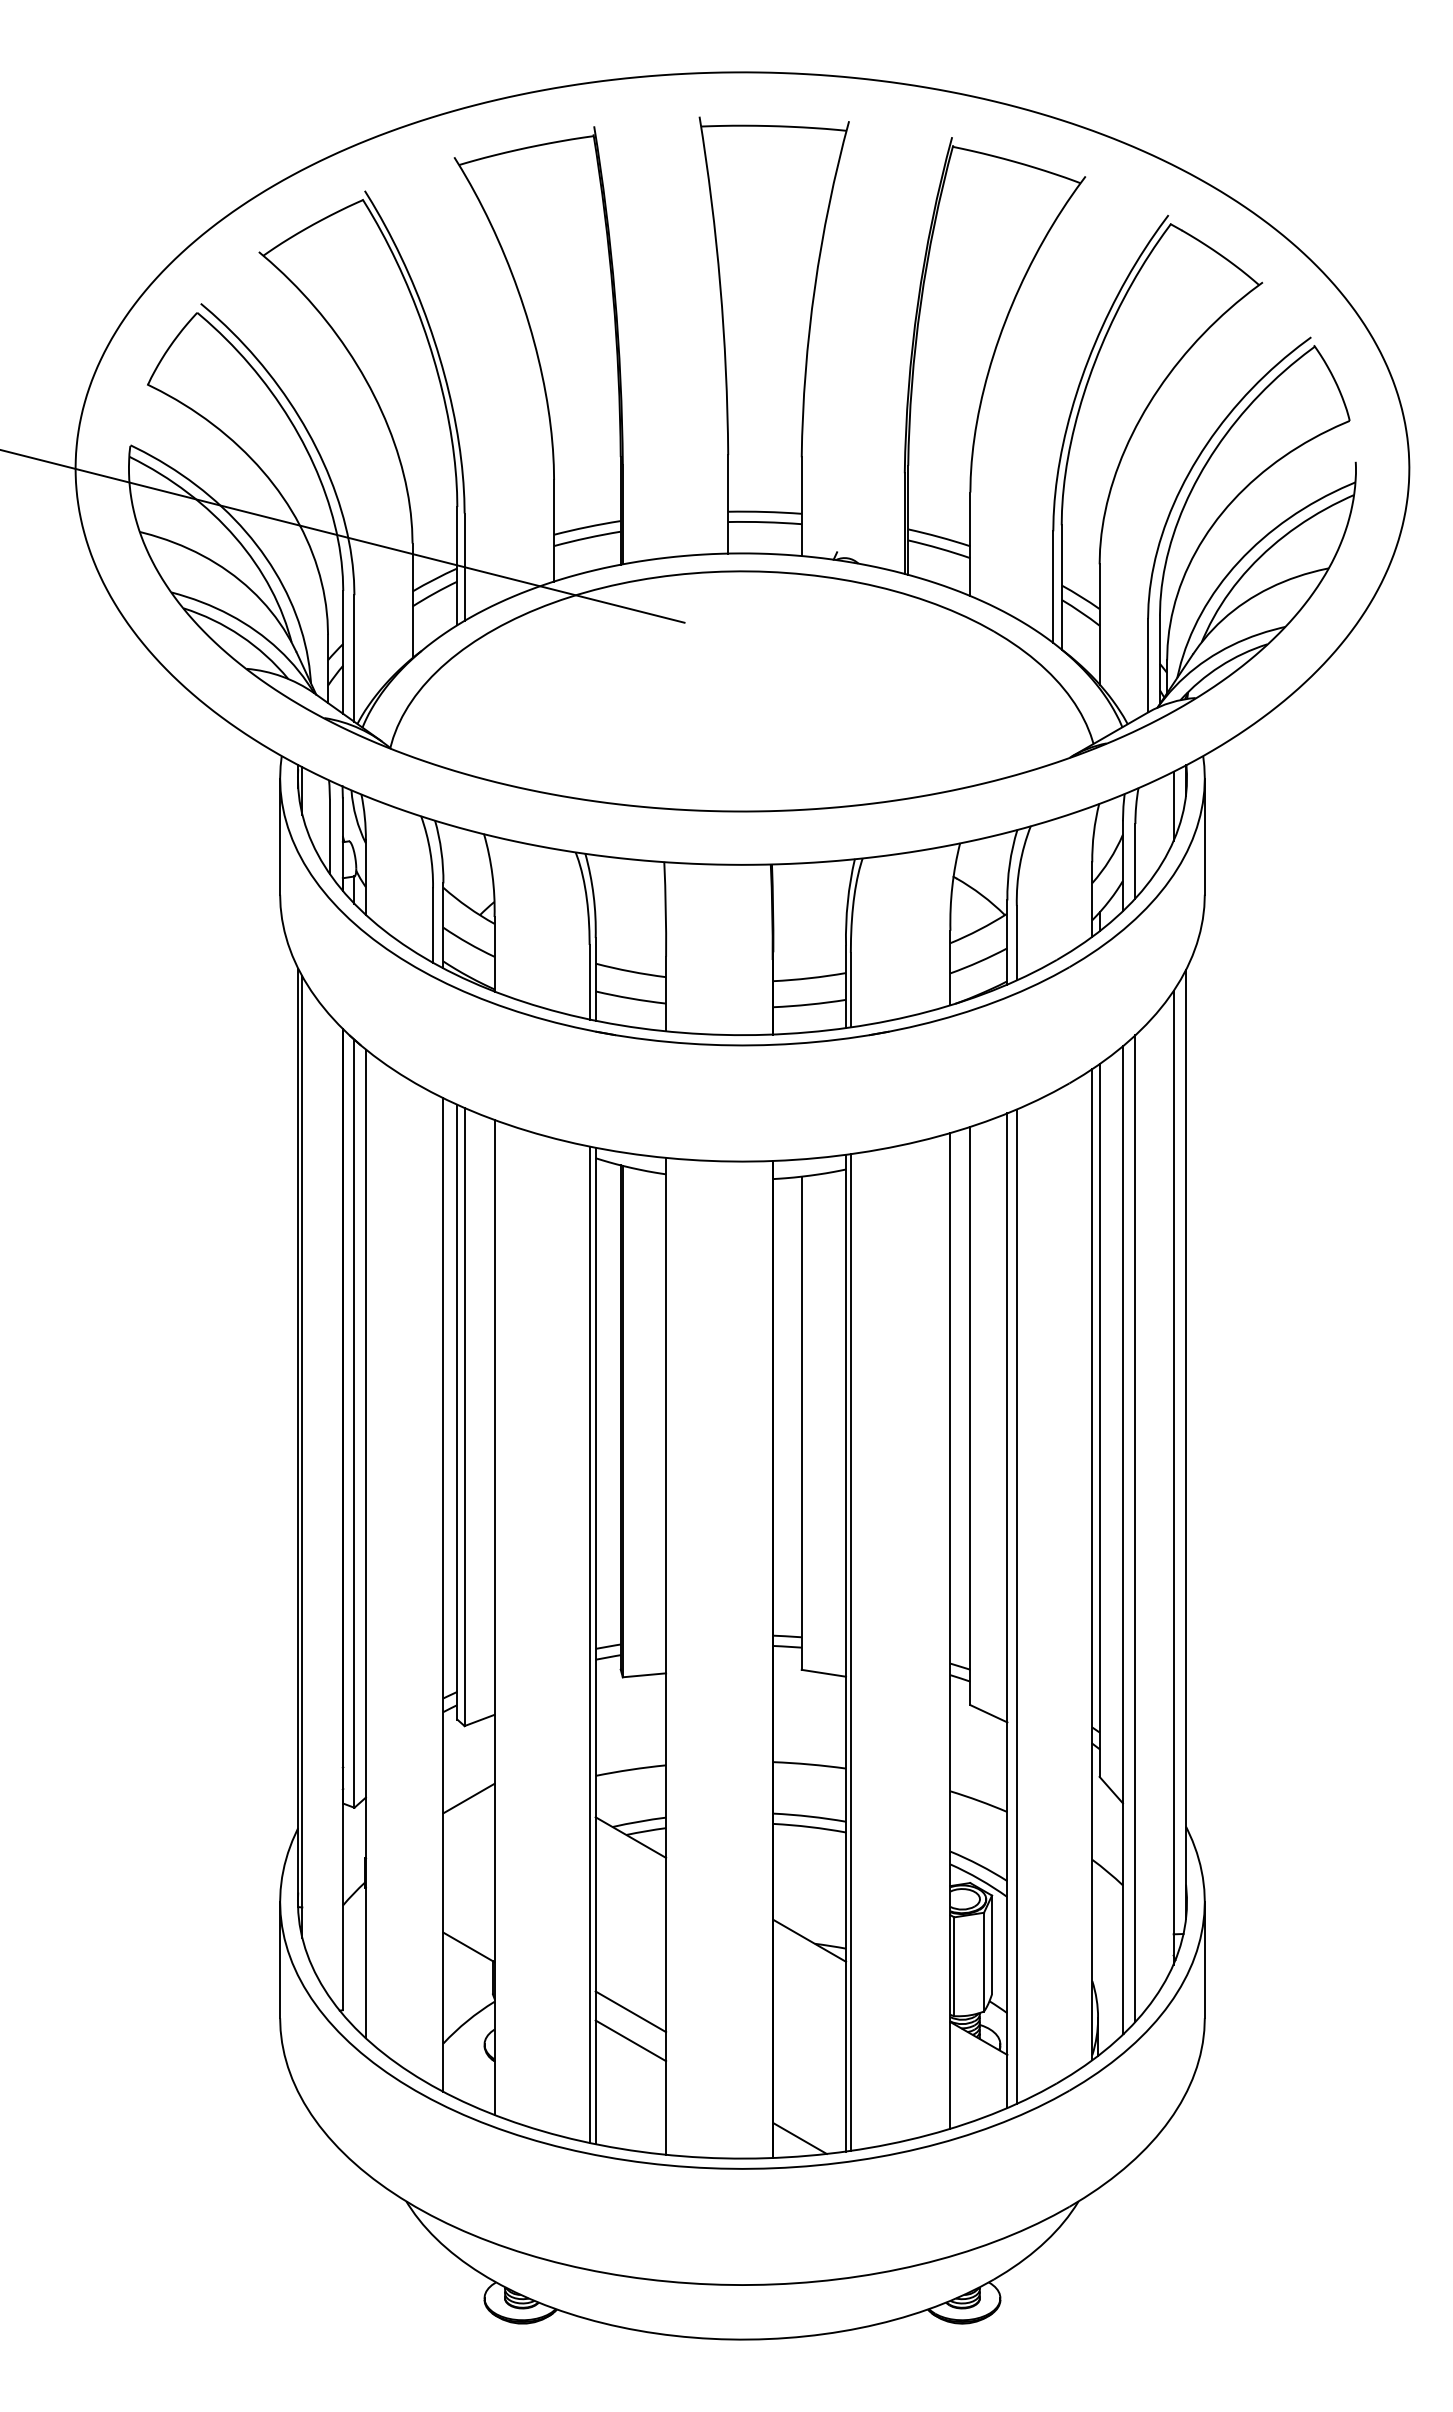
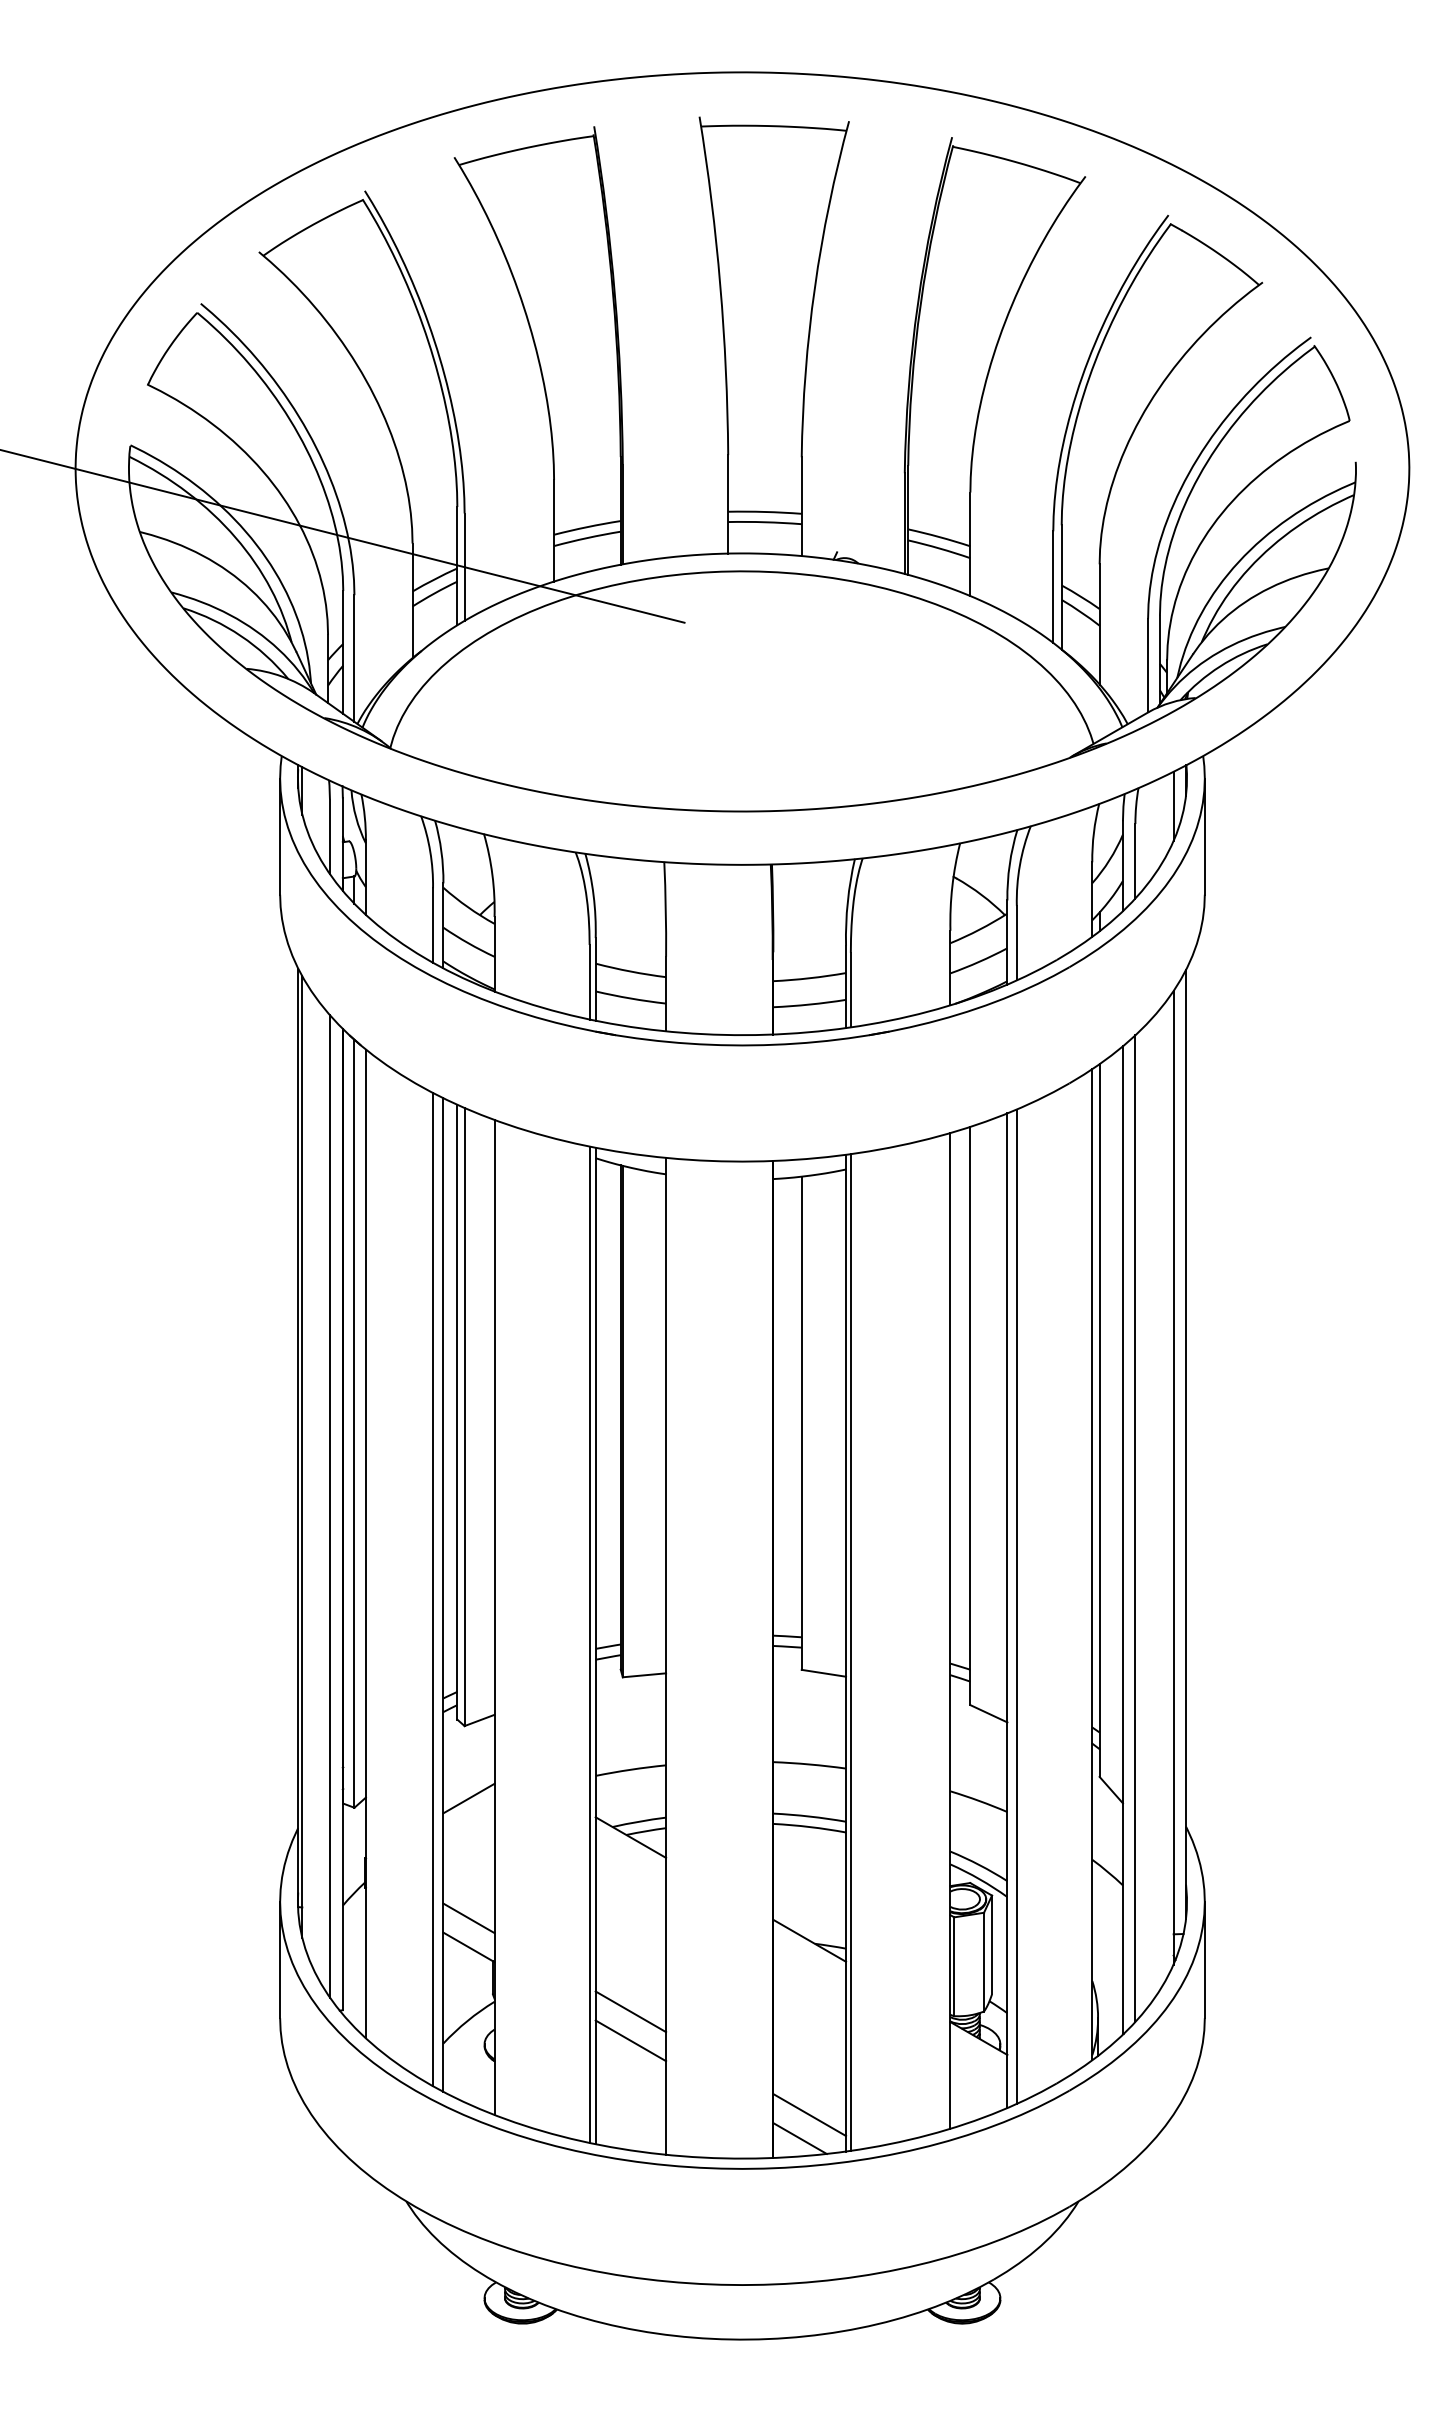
line at (329, 1506): none -> present
line at (433, 1589): none -> present
line at (468, 1918): none -> present
line at (809, 2115): none -> present
